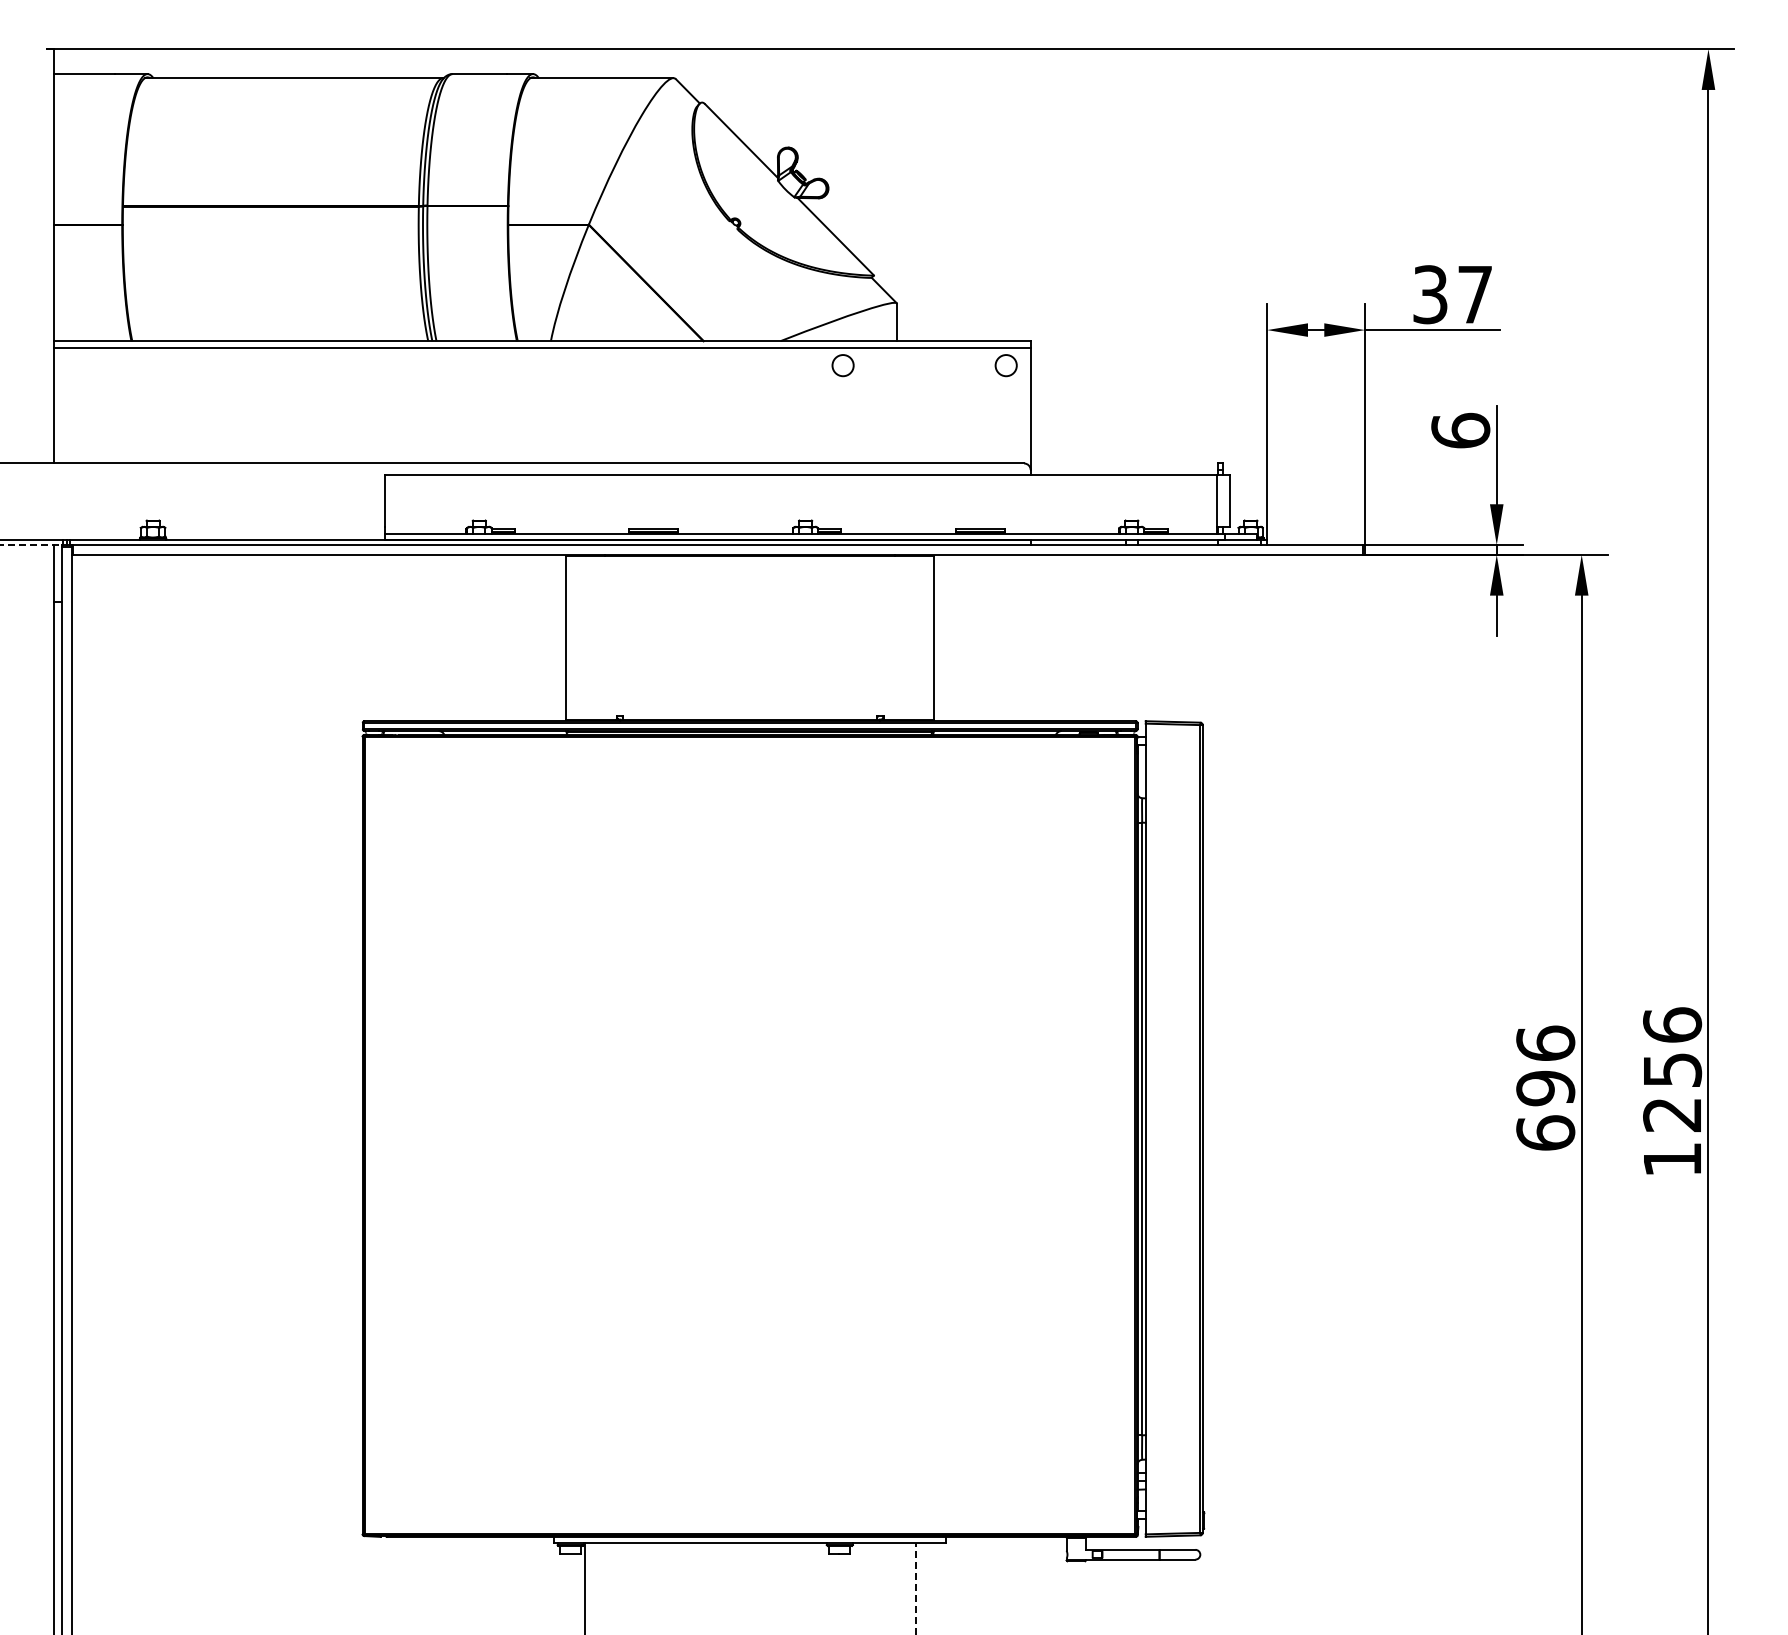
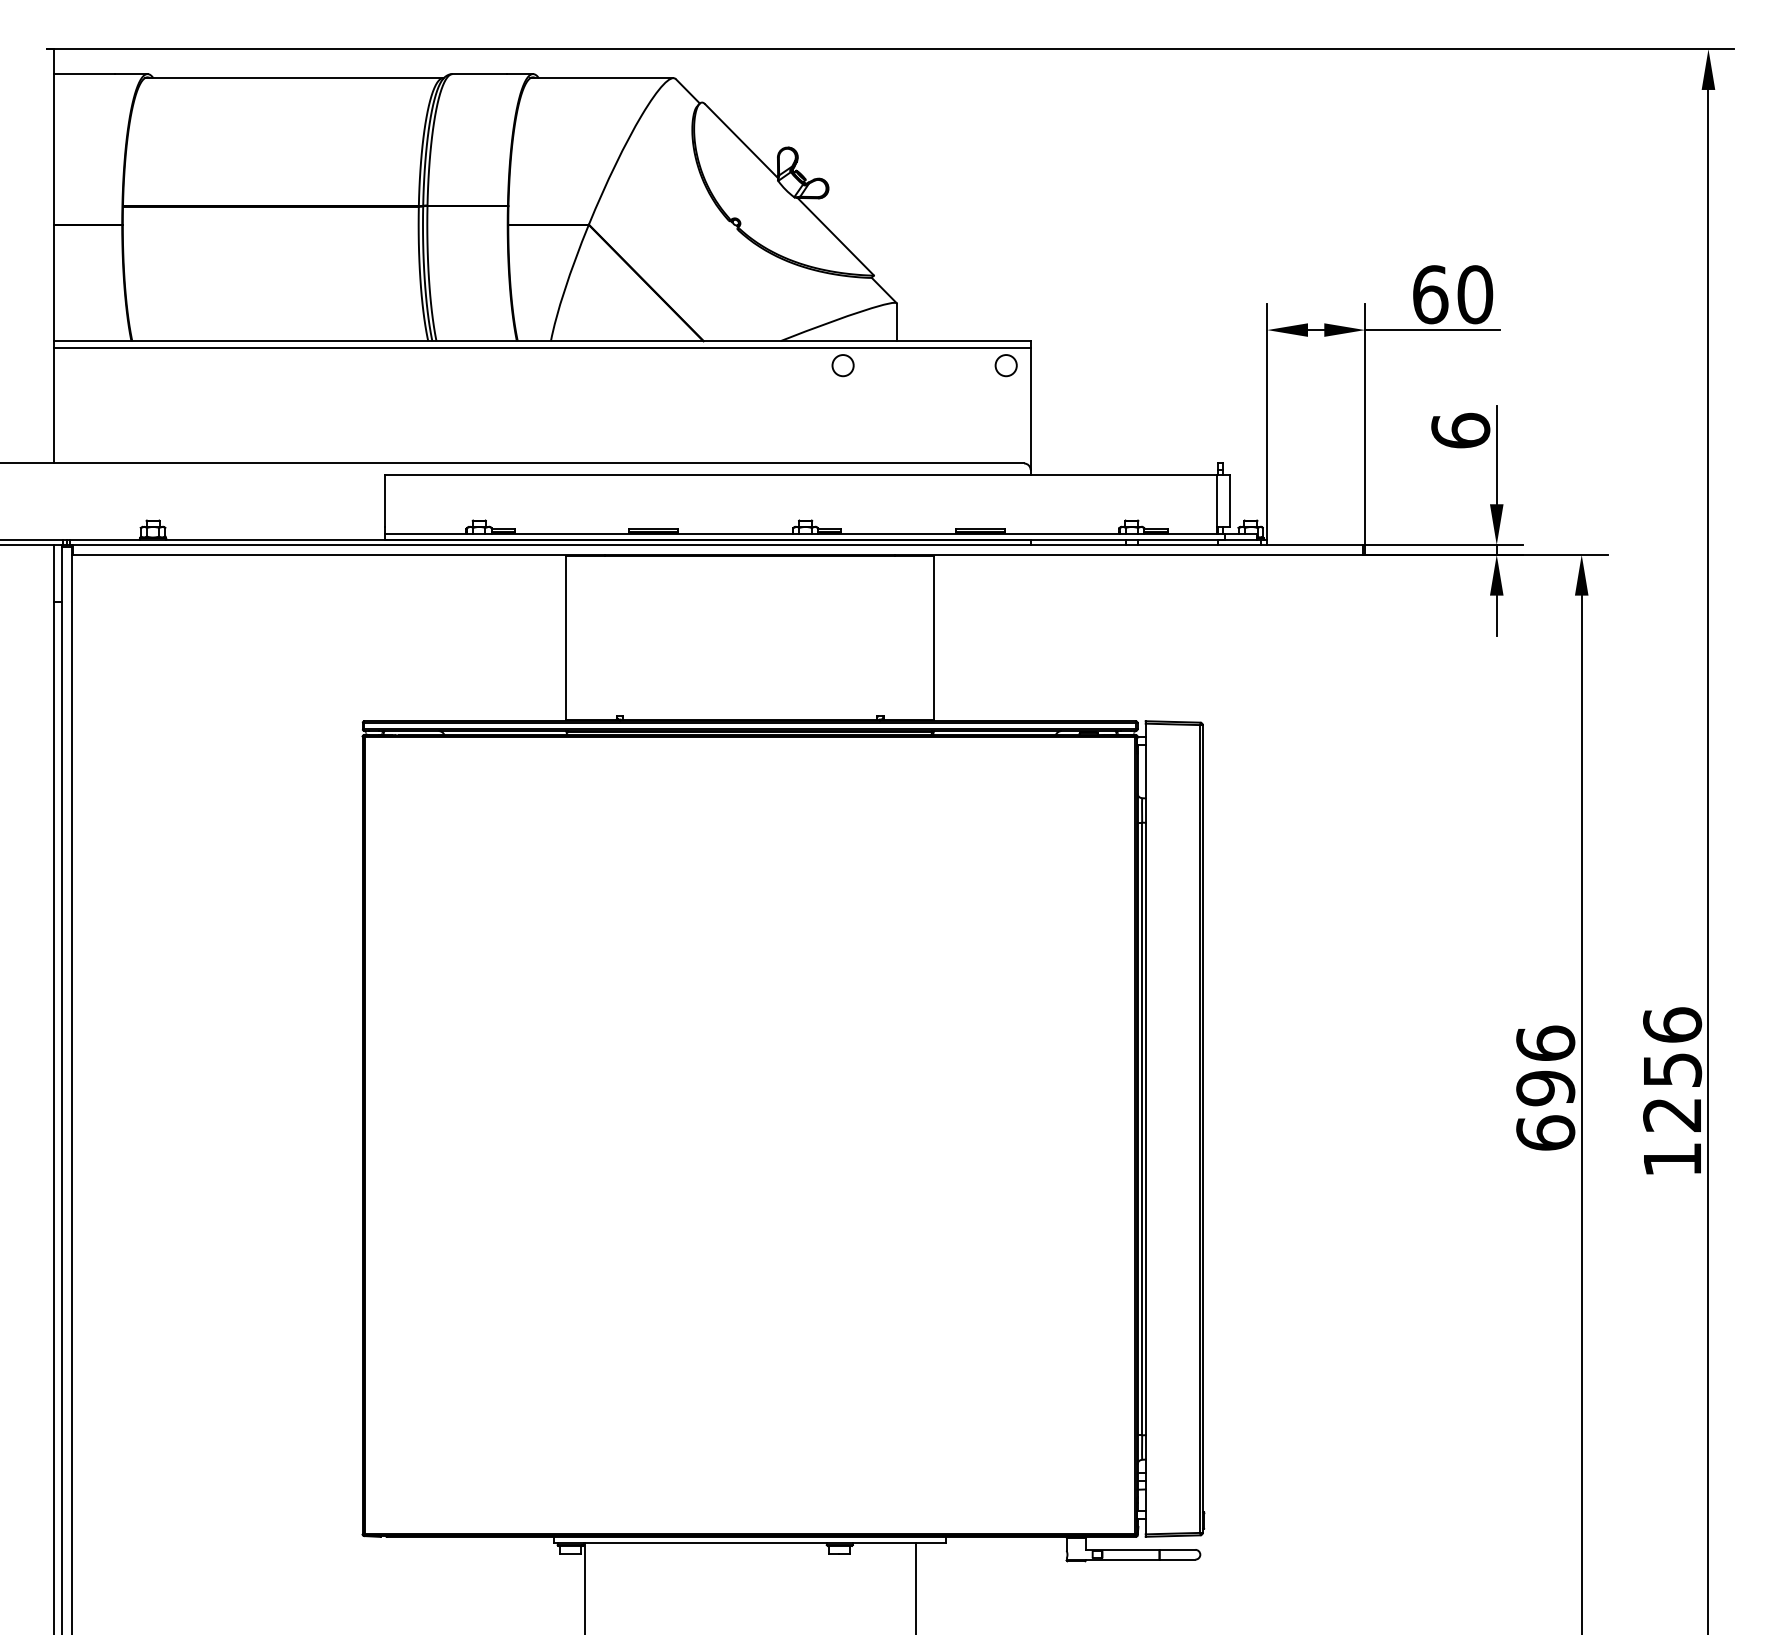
text at (1453, 294): 37 -> 60
line at (31, 545): dashed -> solid
line at (915, 1588): dashed -> solid
